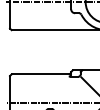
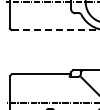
line at (55, 30): solid -> dashed
